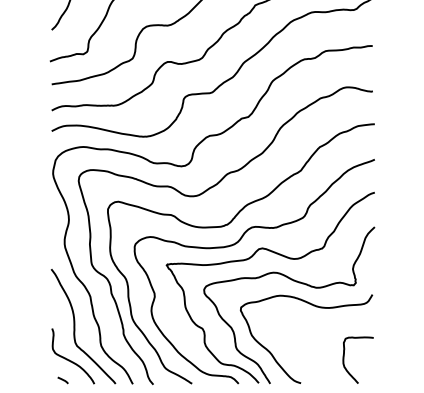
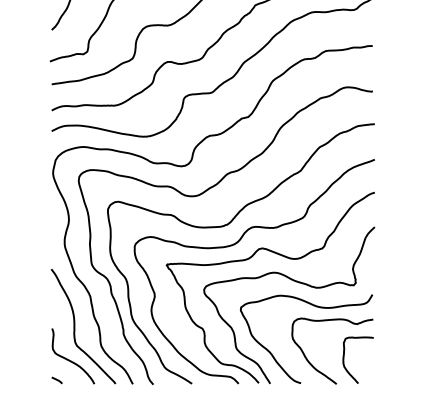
curve at (319, 370): none -> present
curve at (62, 380) position: (62, 380) -> (56, 380)
